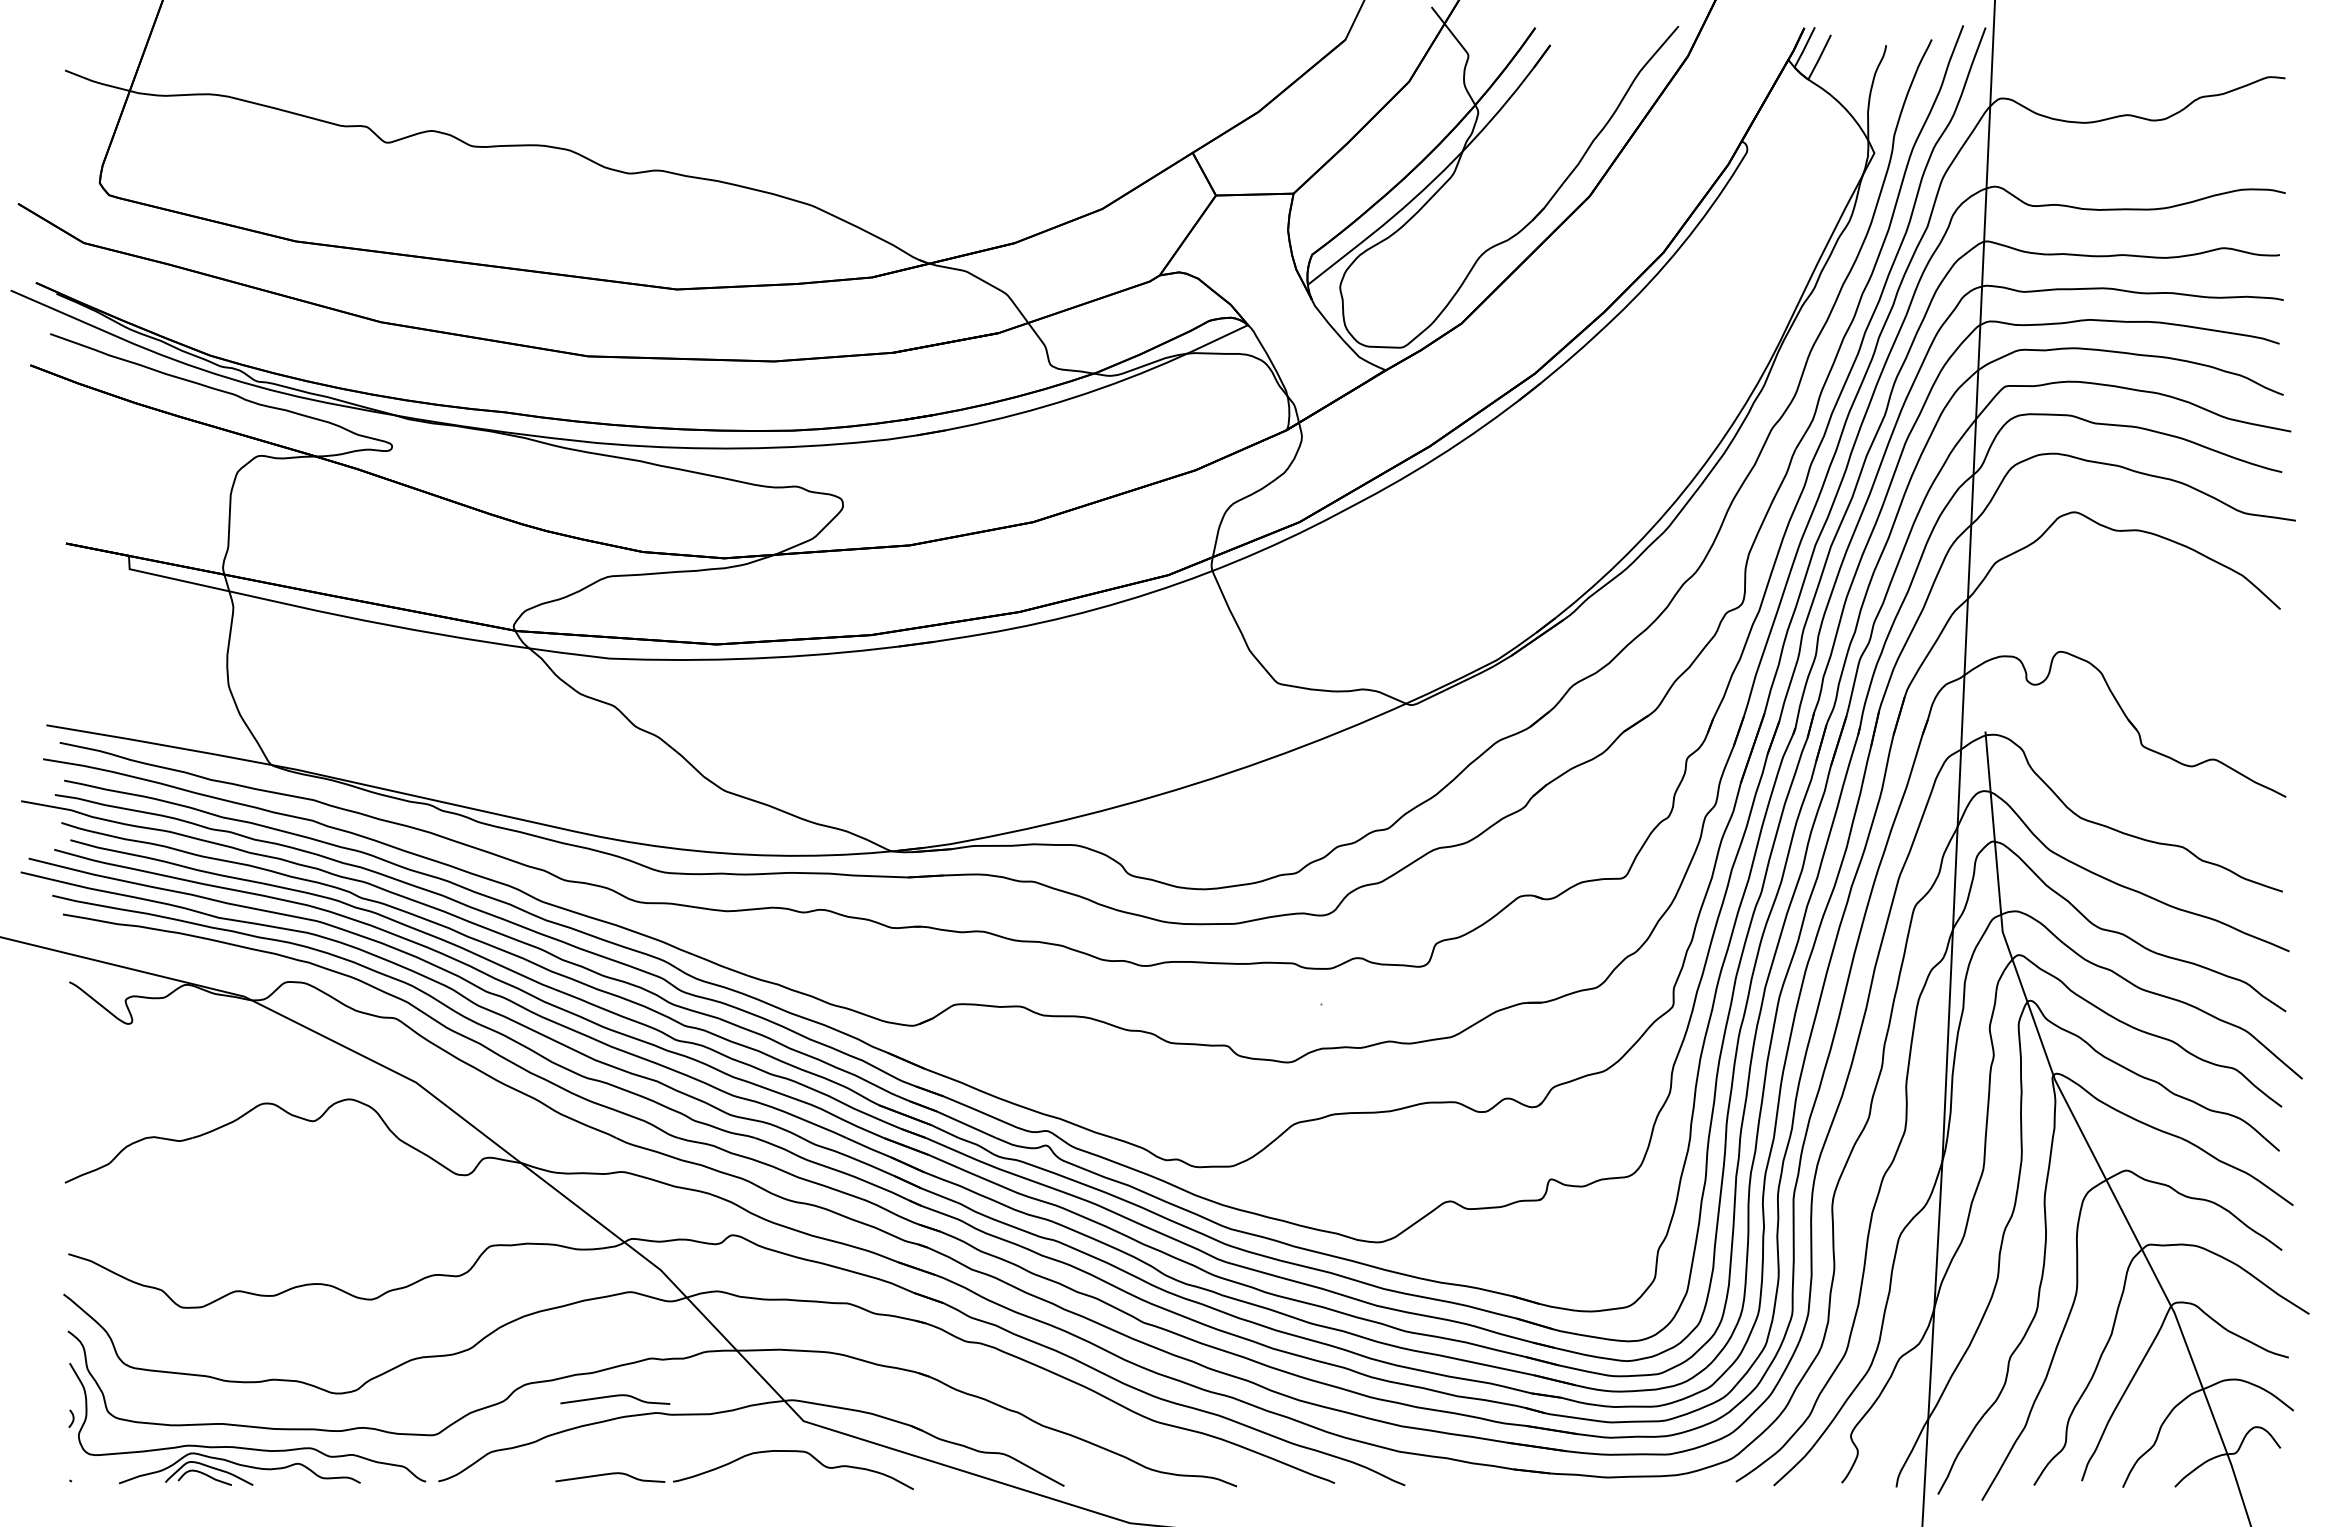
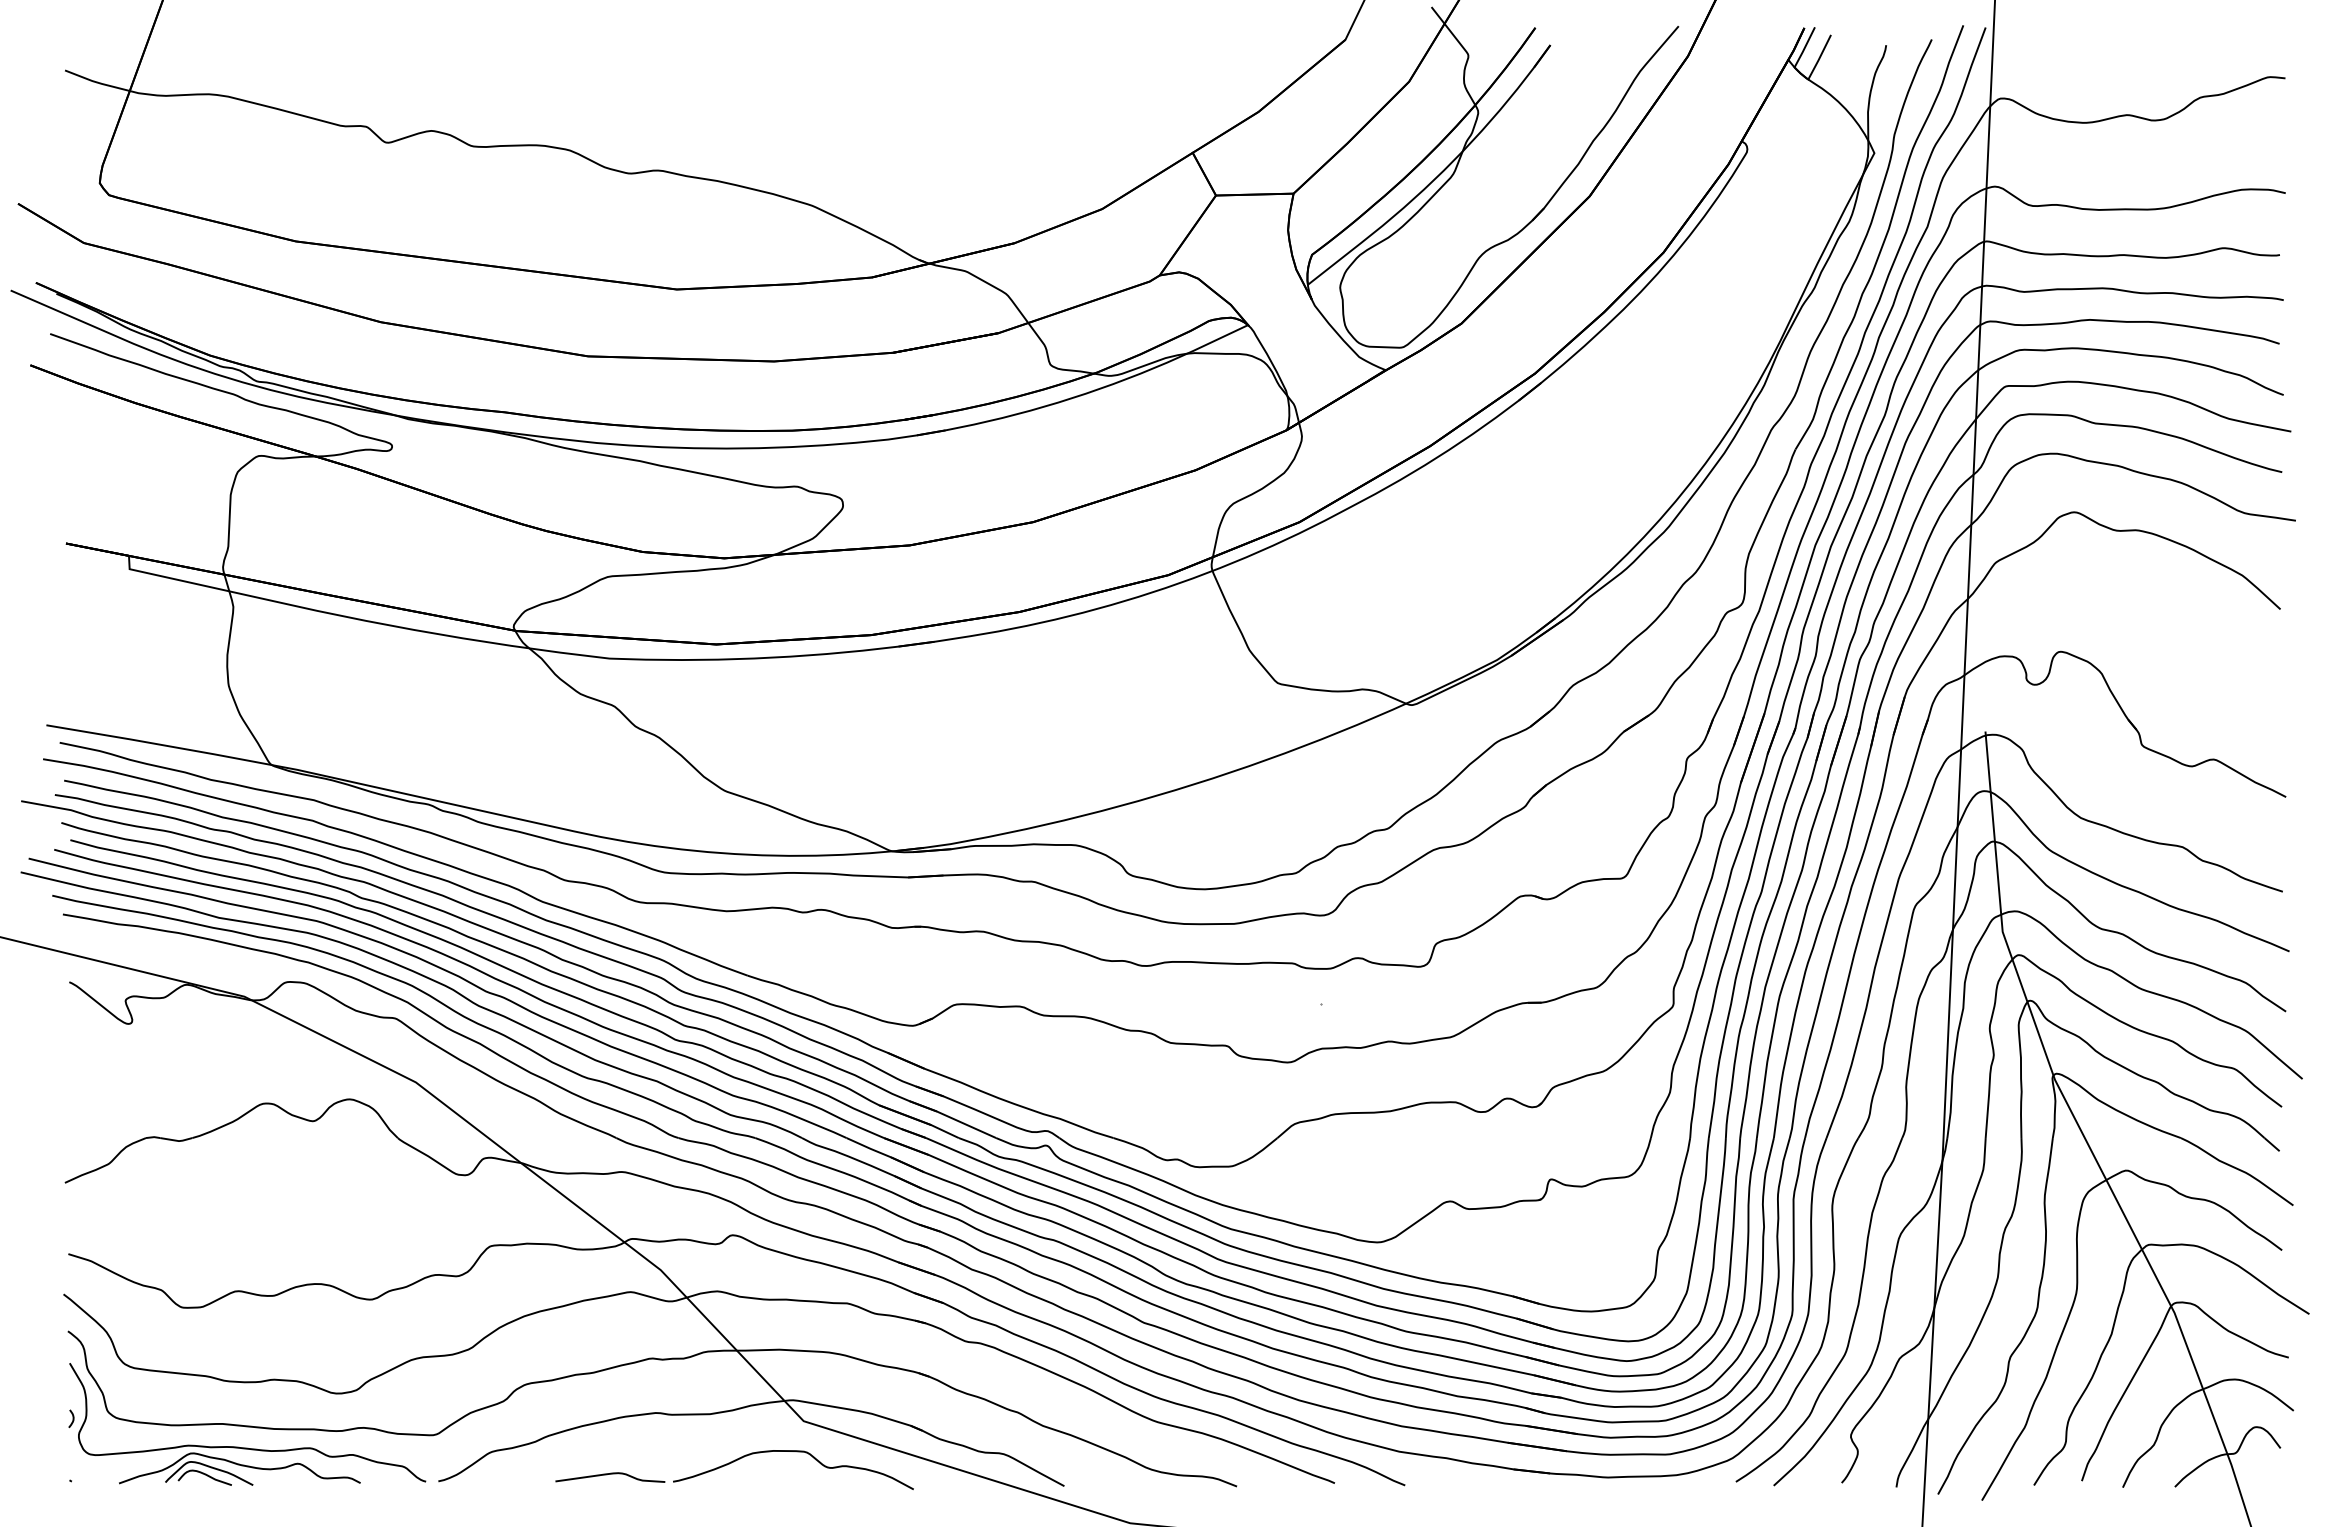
curve at (615, 1396): present -> none
